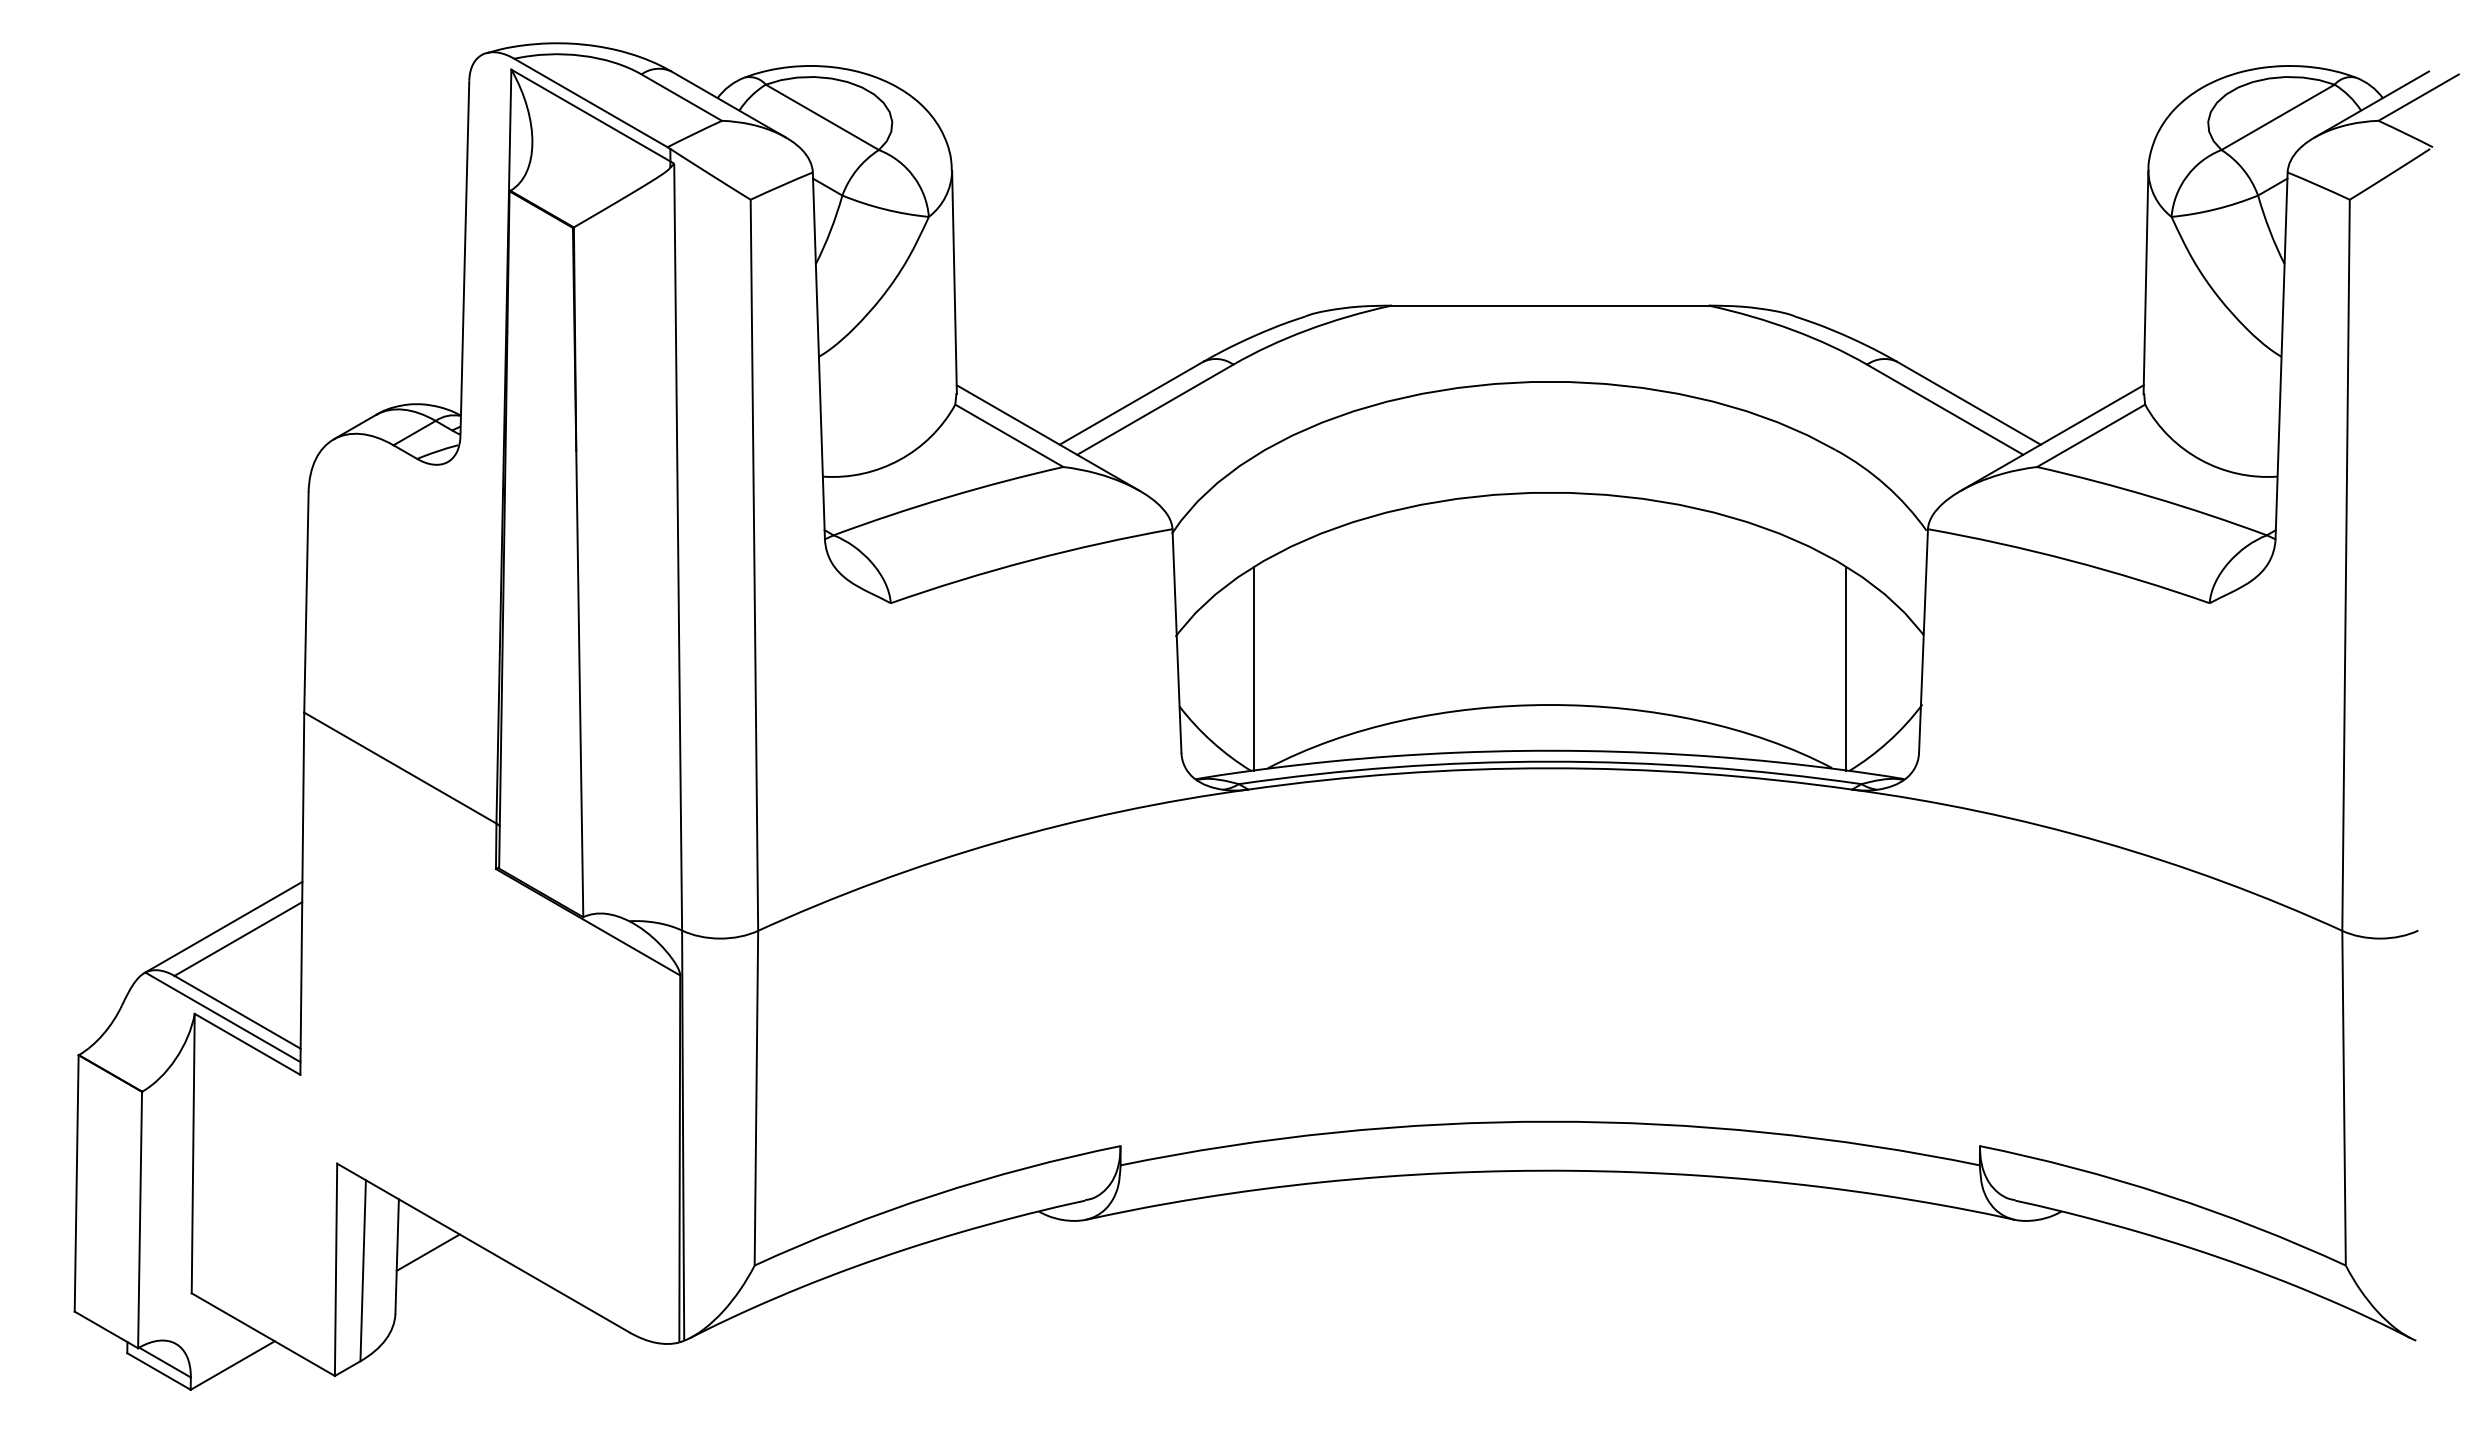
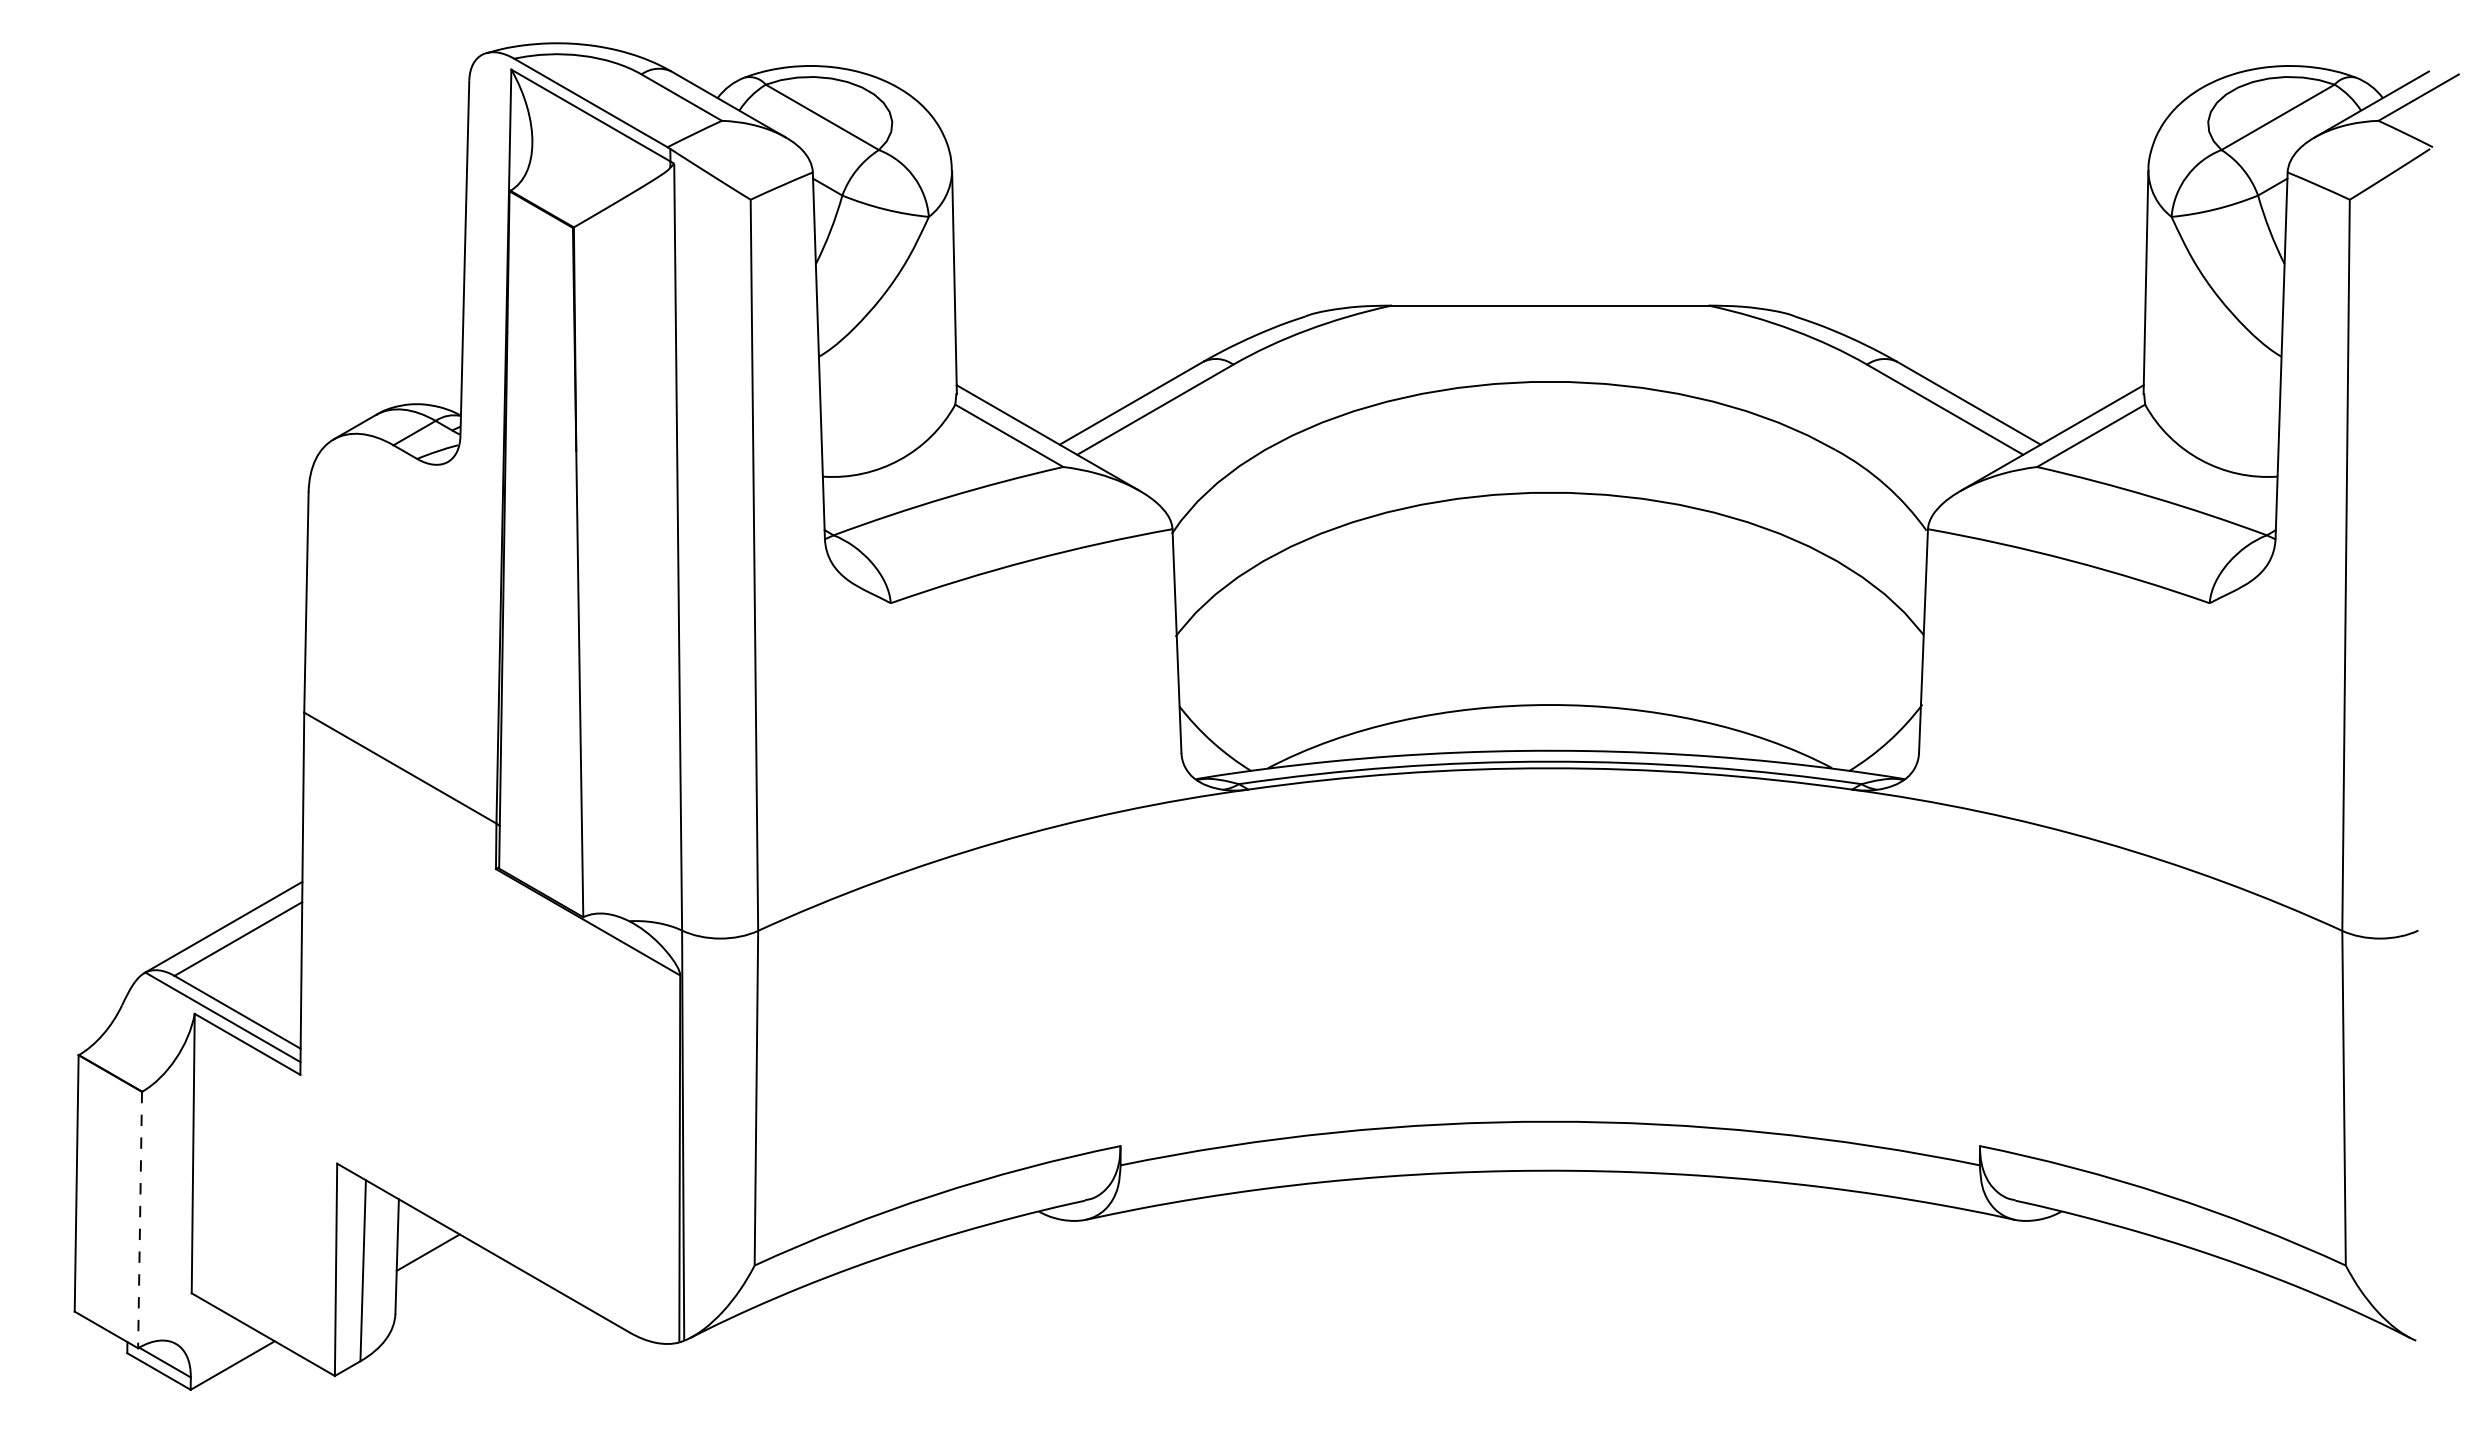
line at (1254, 668): present -> none
line at (1846, 668): present -> none
line at (140, 1220): solid -> dashed
